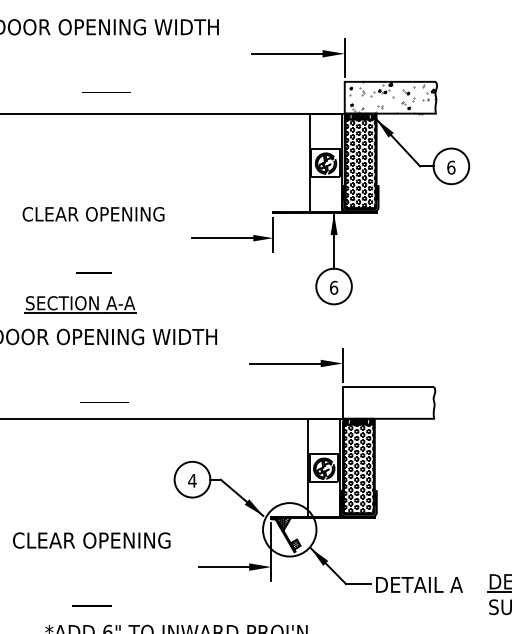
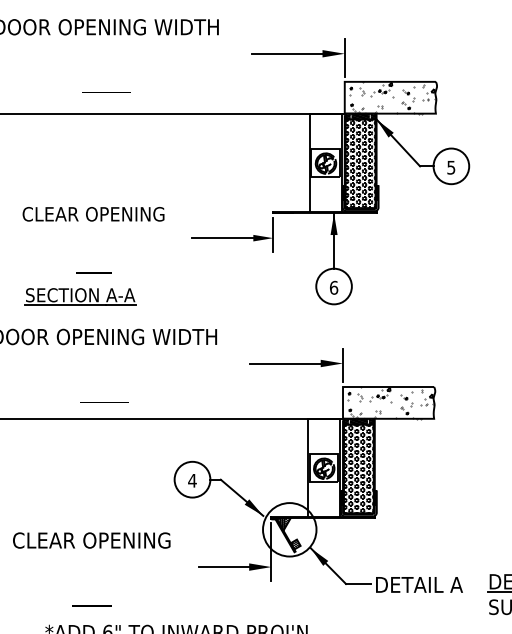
text at (451, 167): 6 -> 5
part at (80, 304) position: (80, 304) -> (80, 296)
hatch at (391, 402): none -> present
